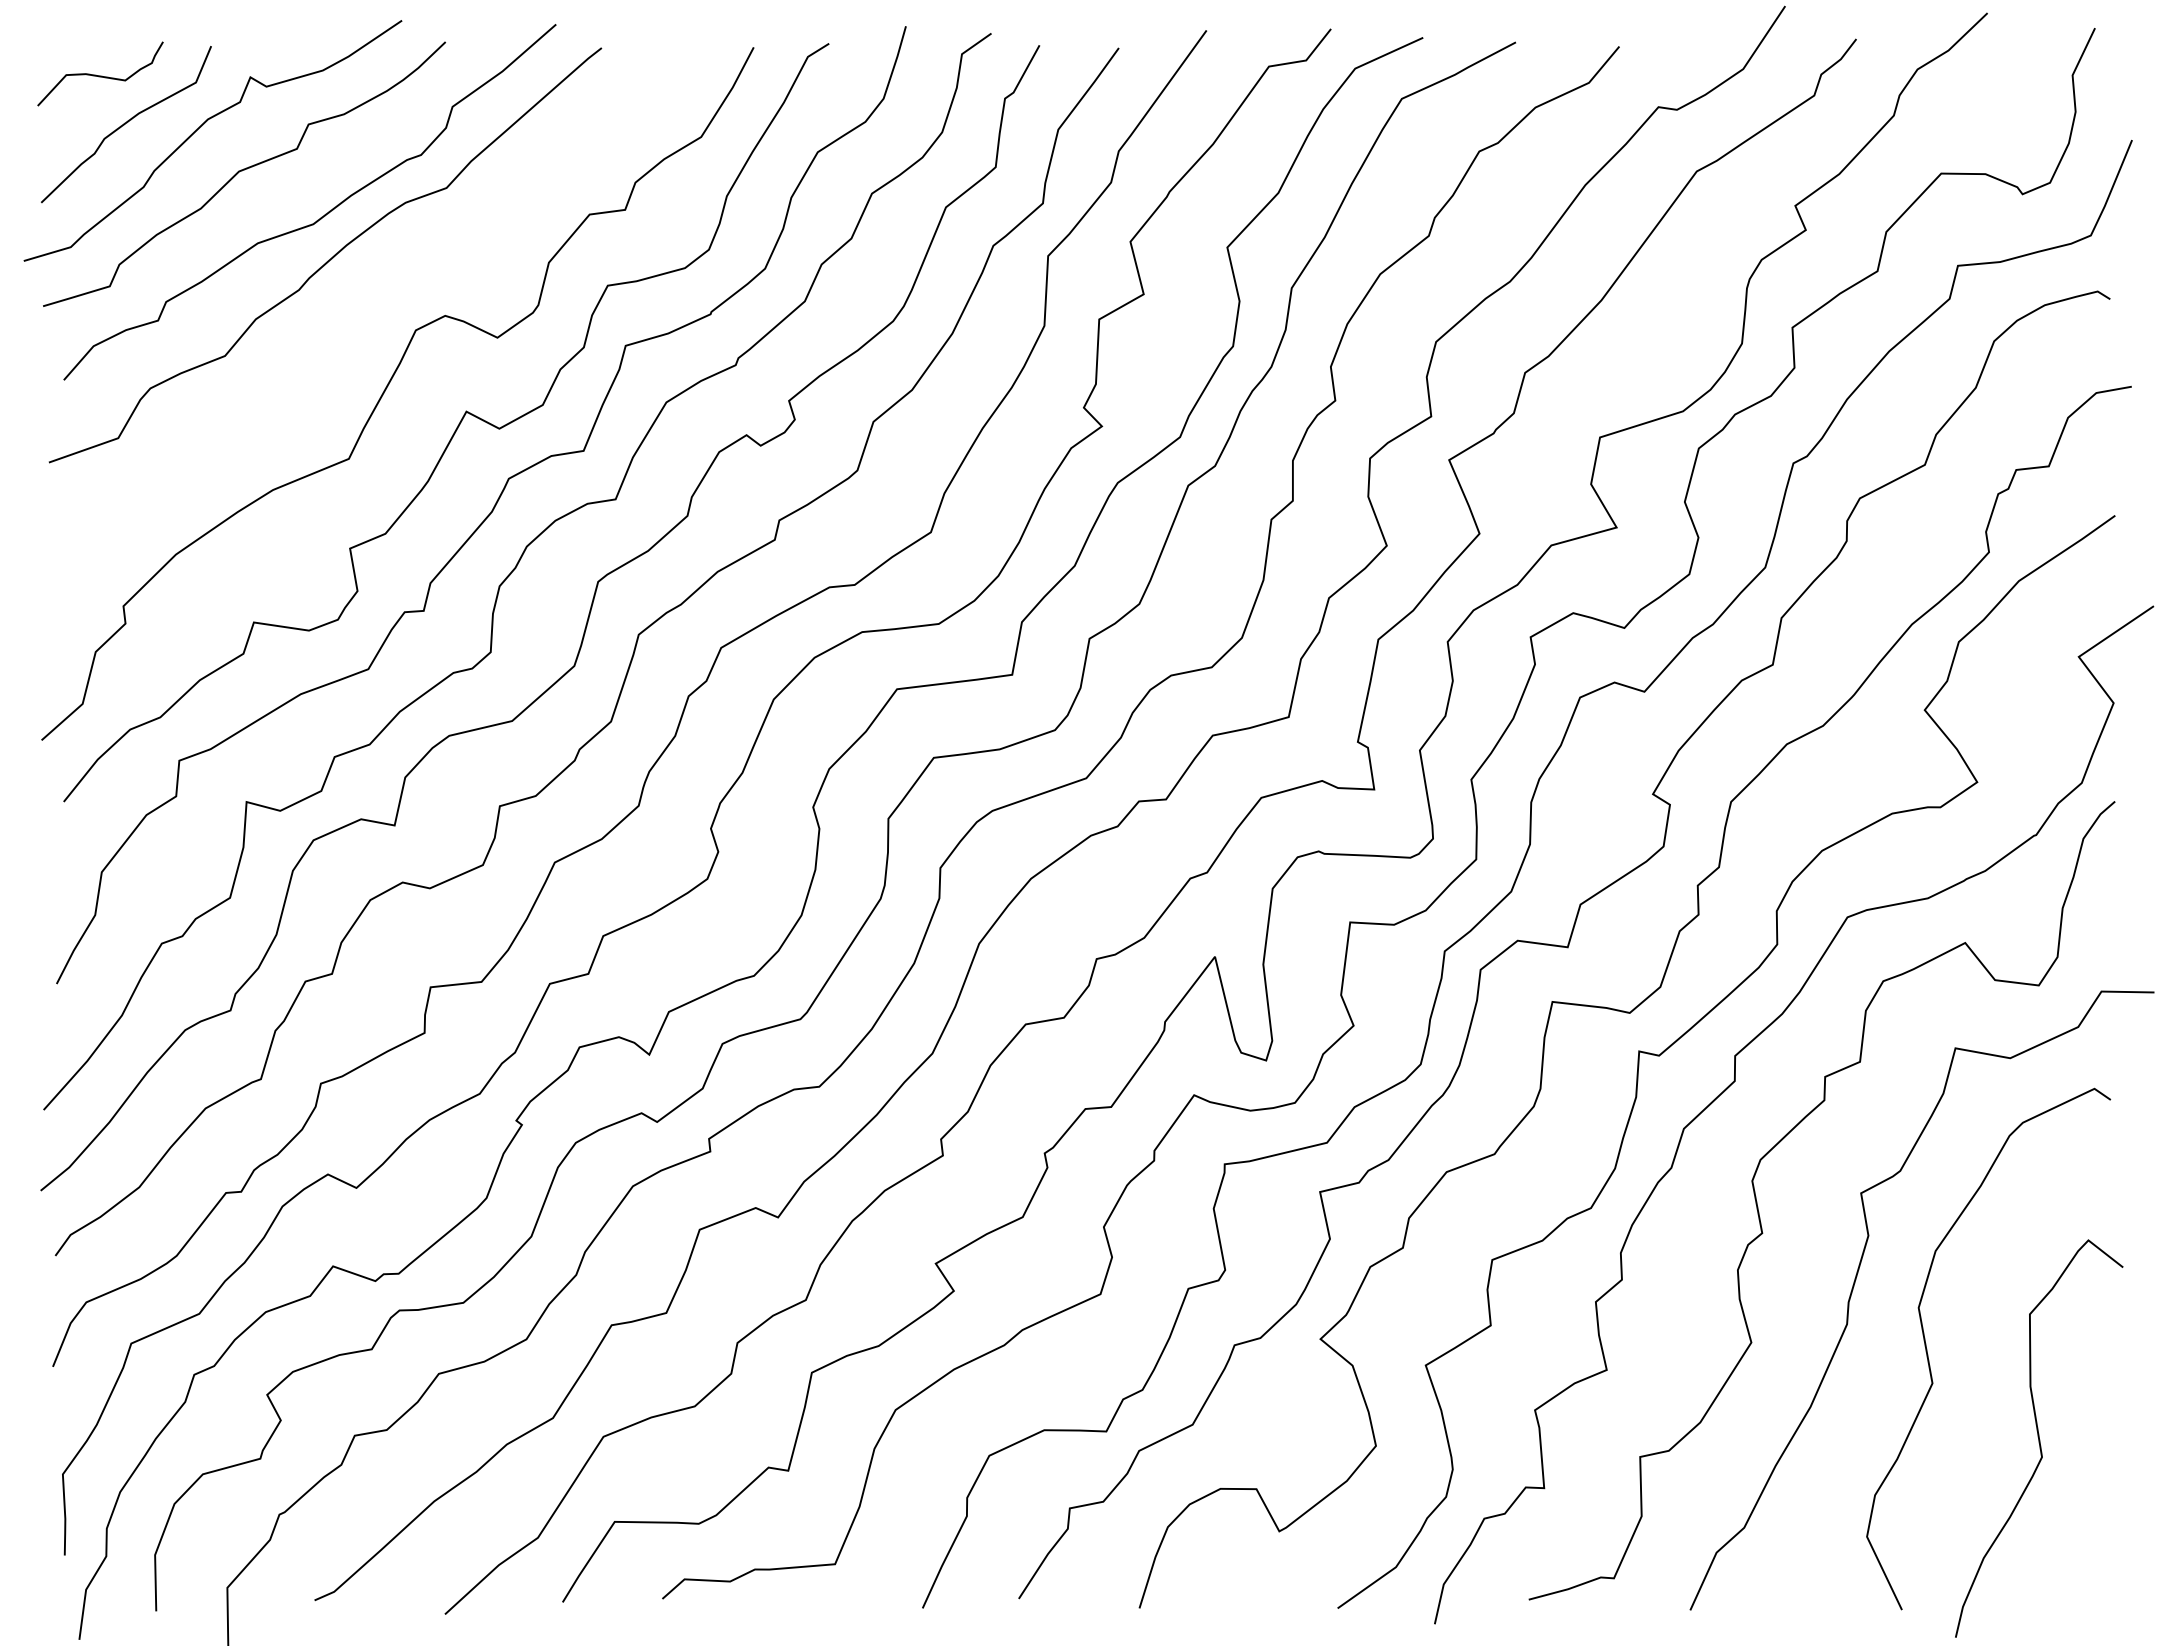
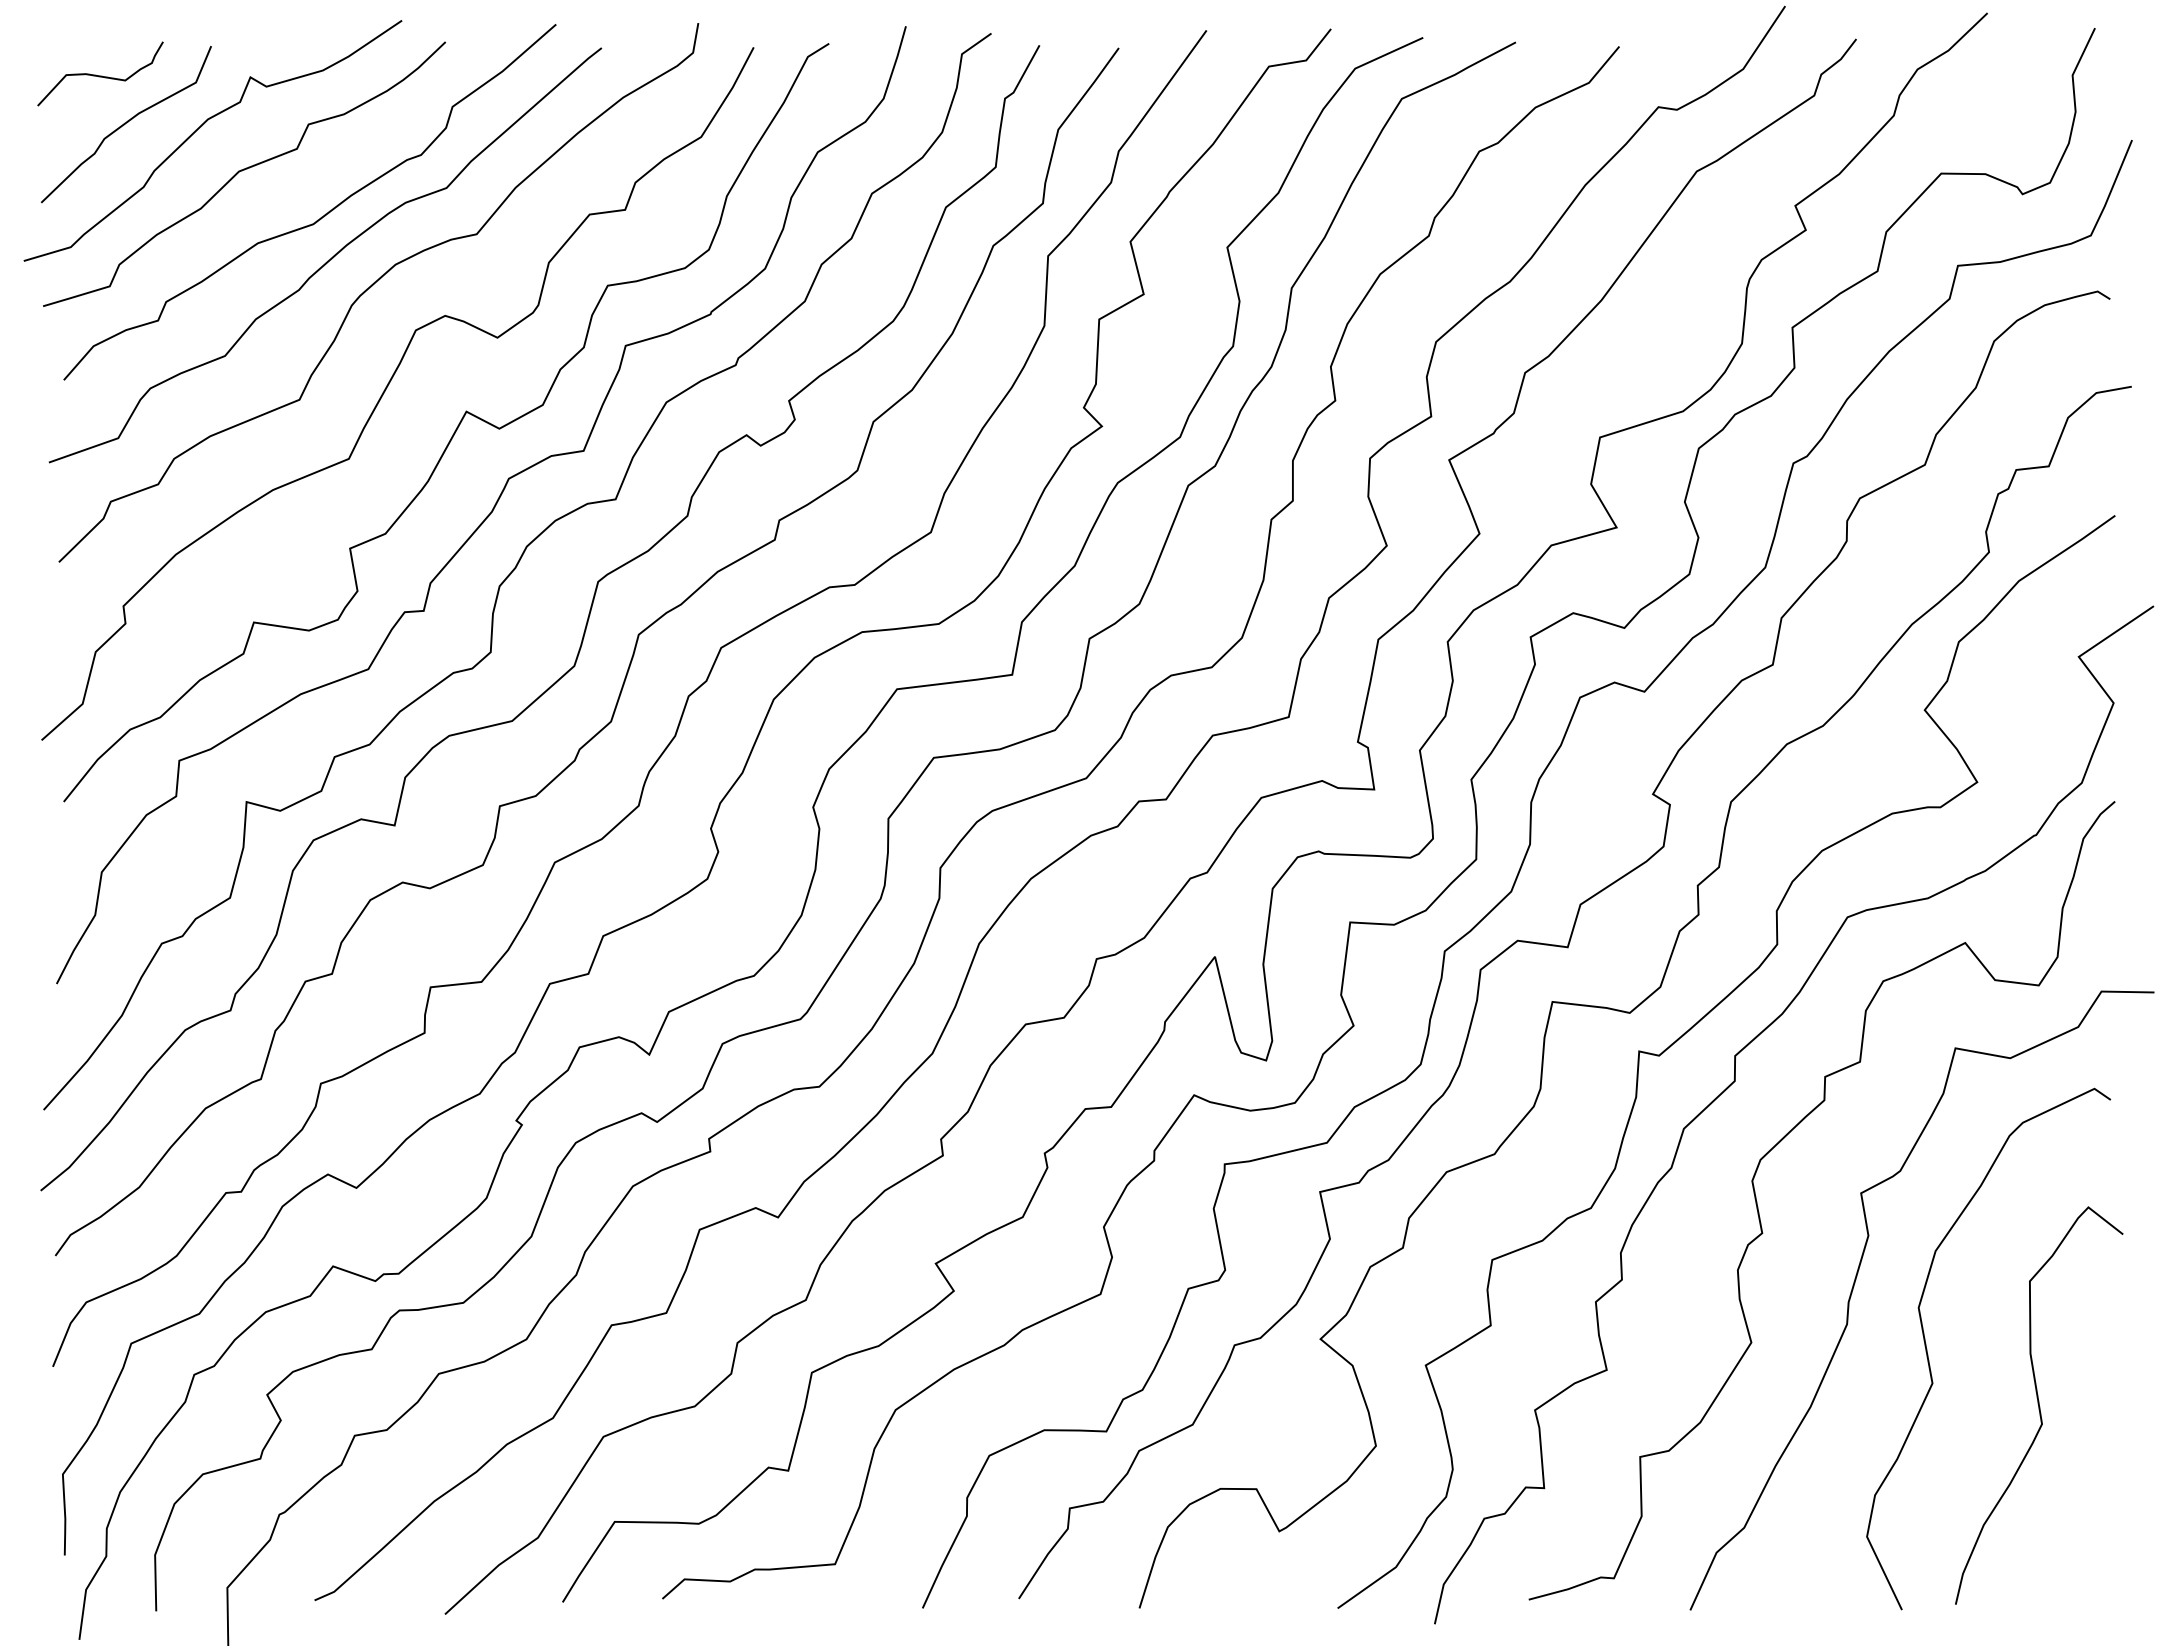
curve at (372, 286): none -> present
curve at (2039, 1438) position: (2039, 1438) -> (2039, 1405)
